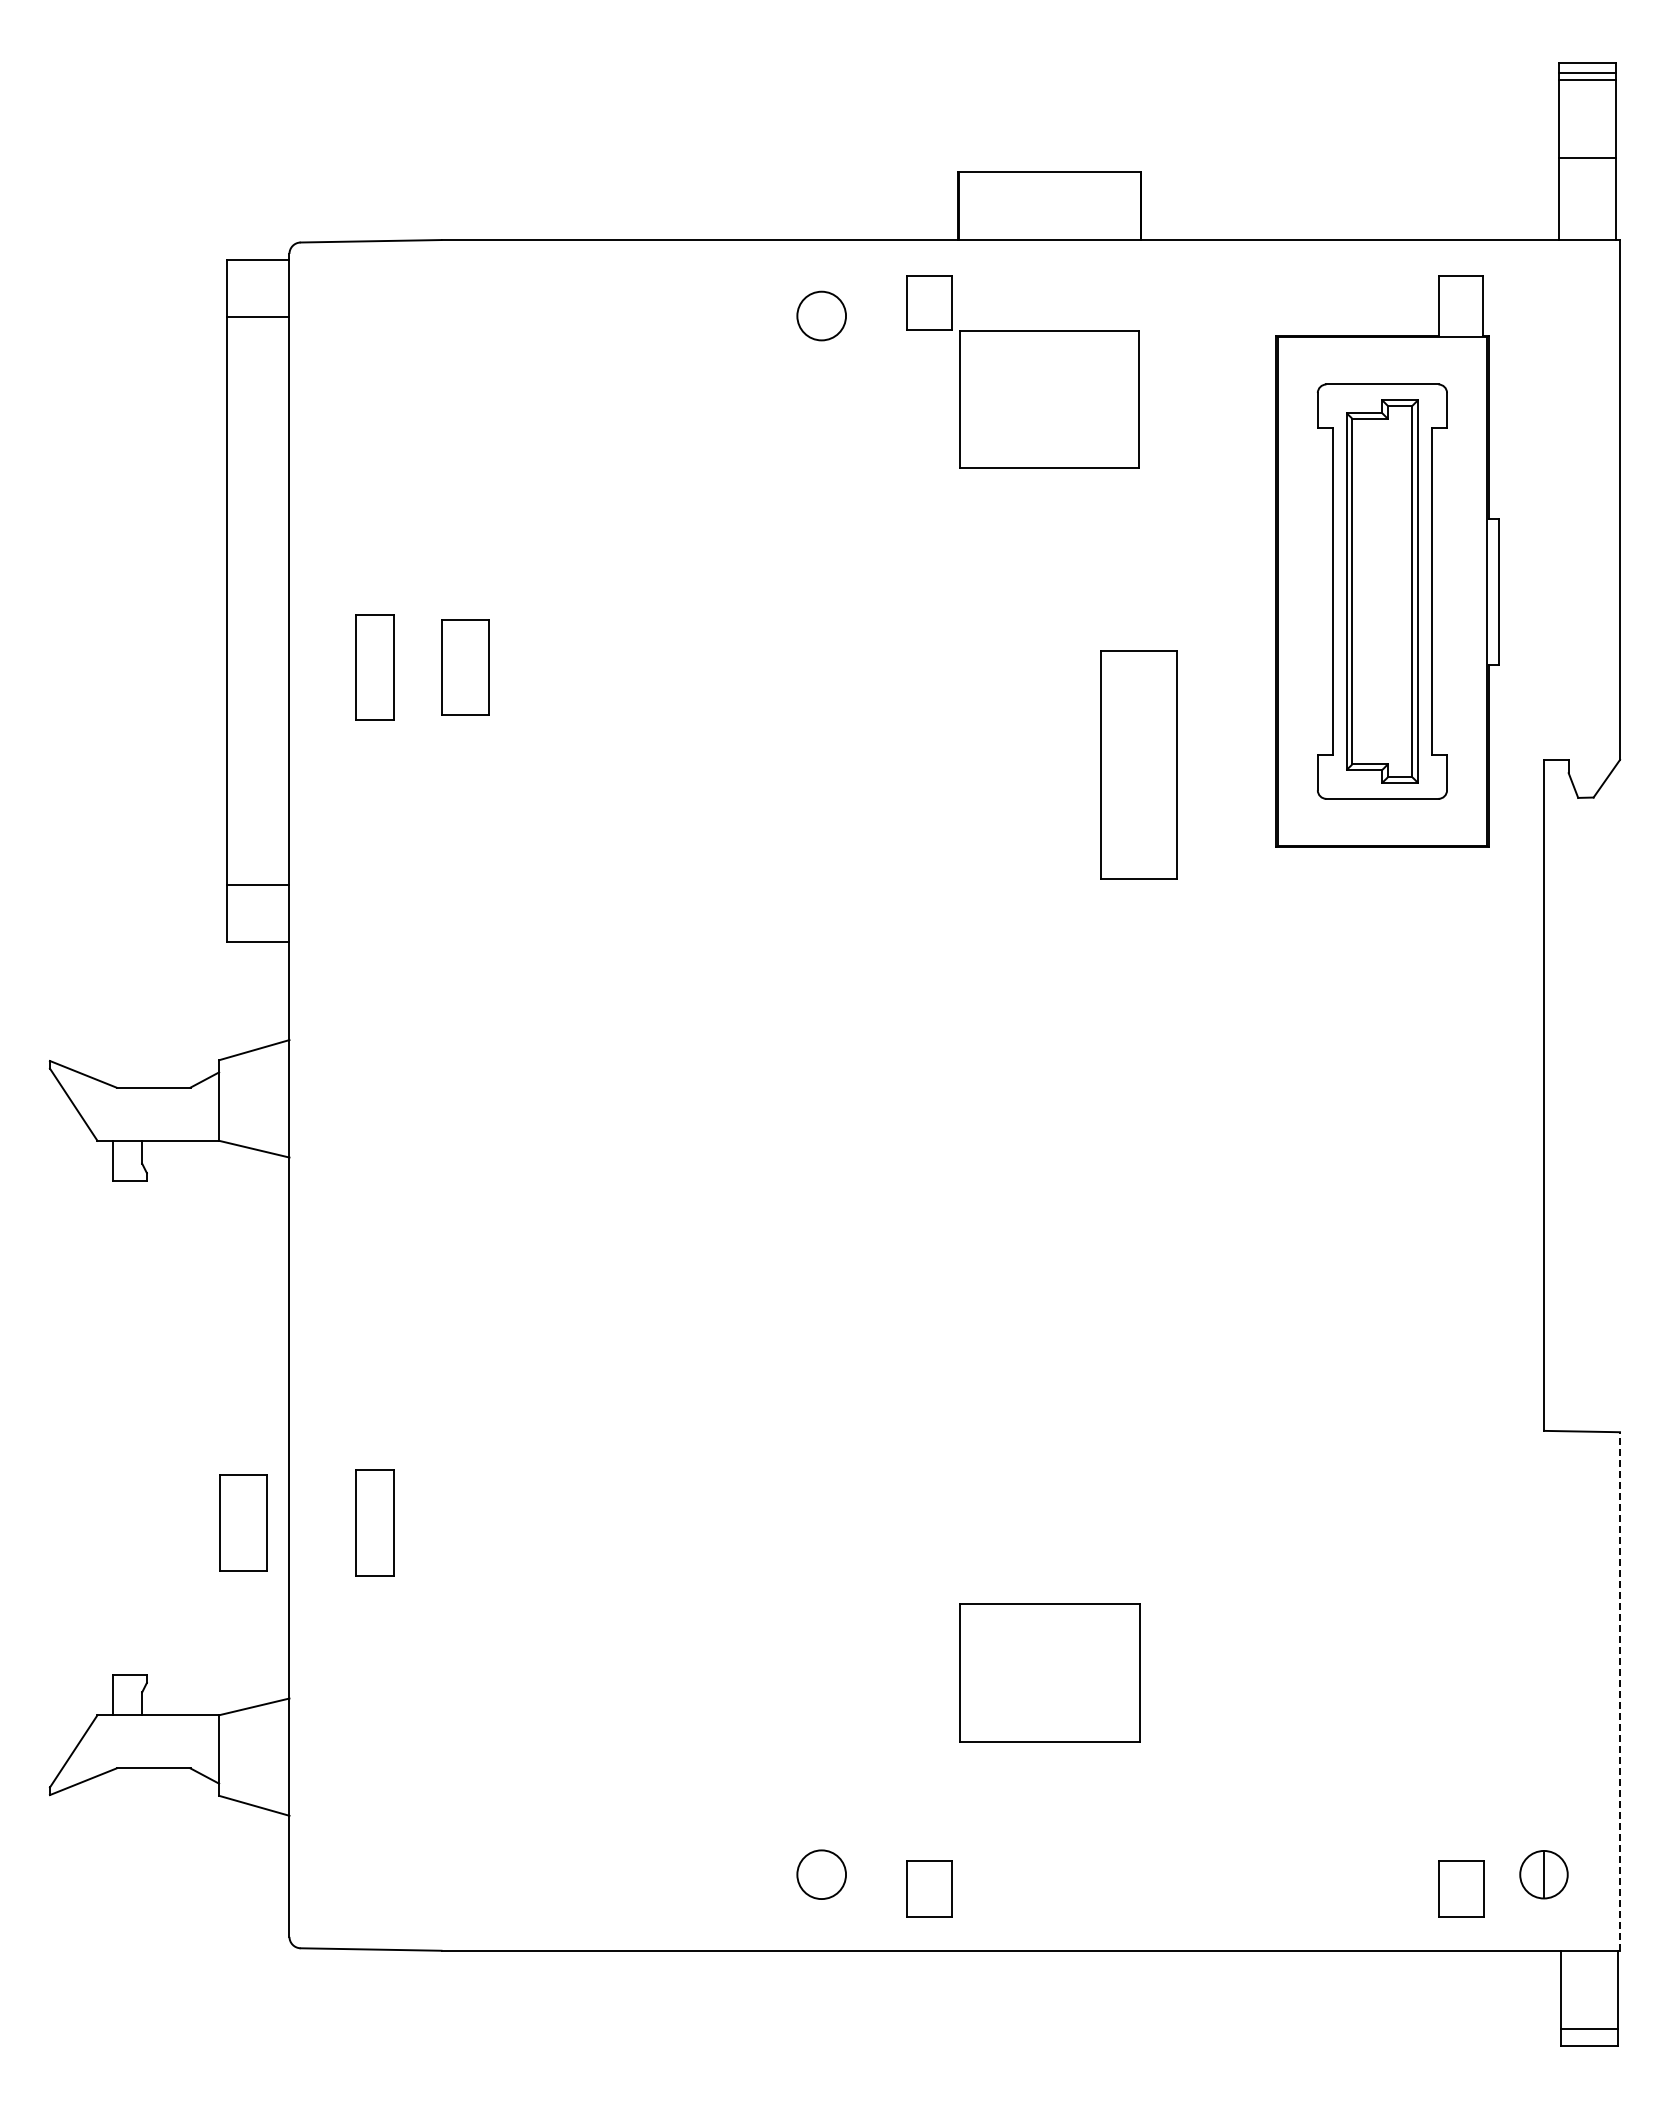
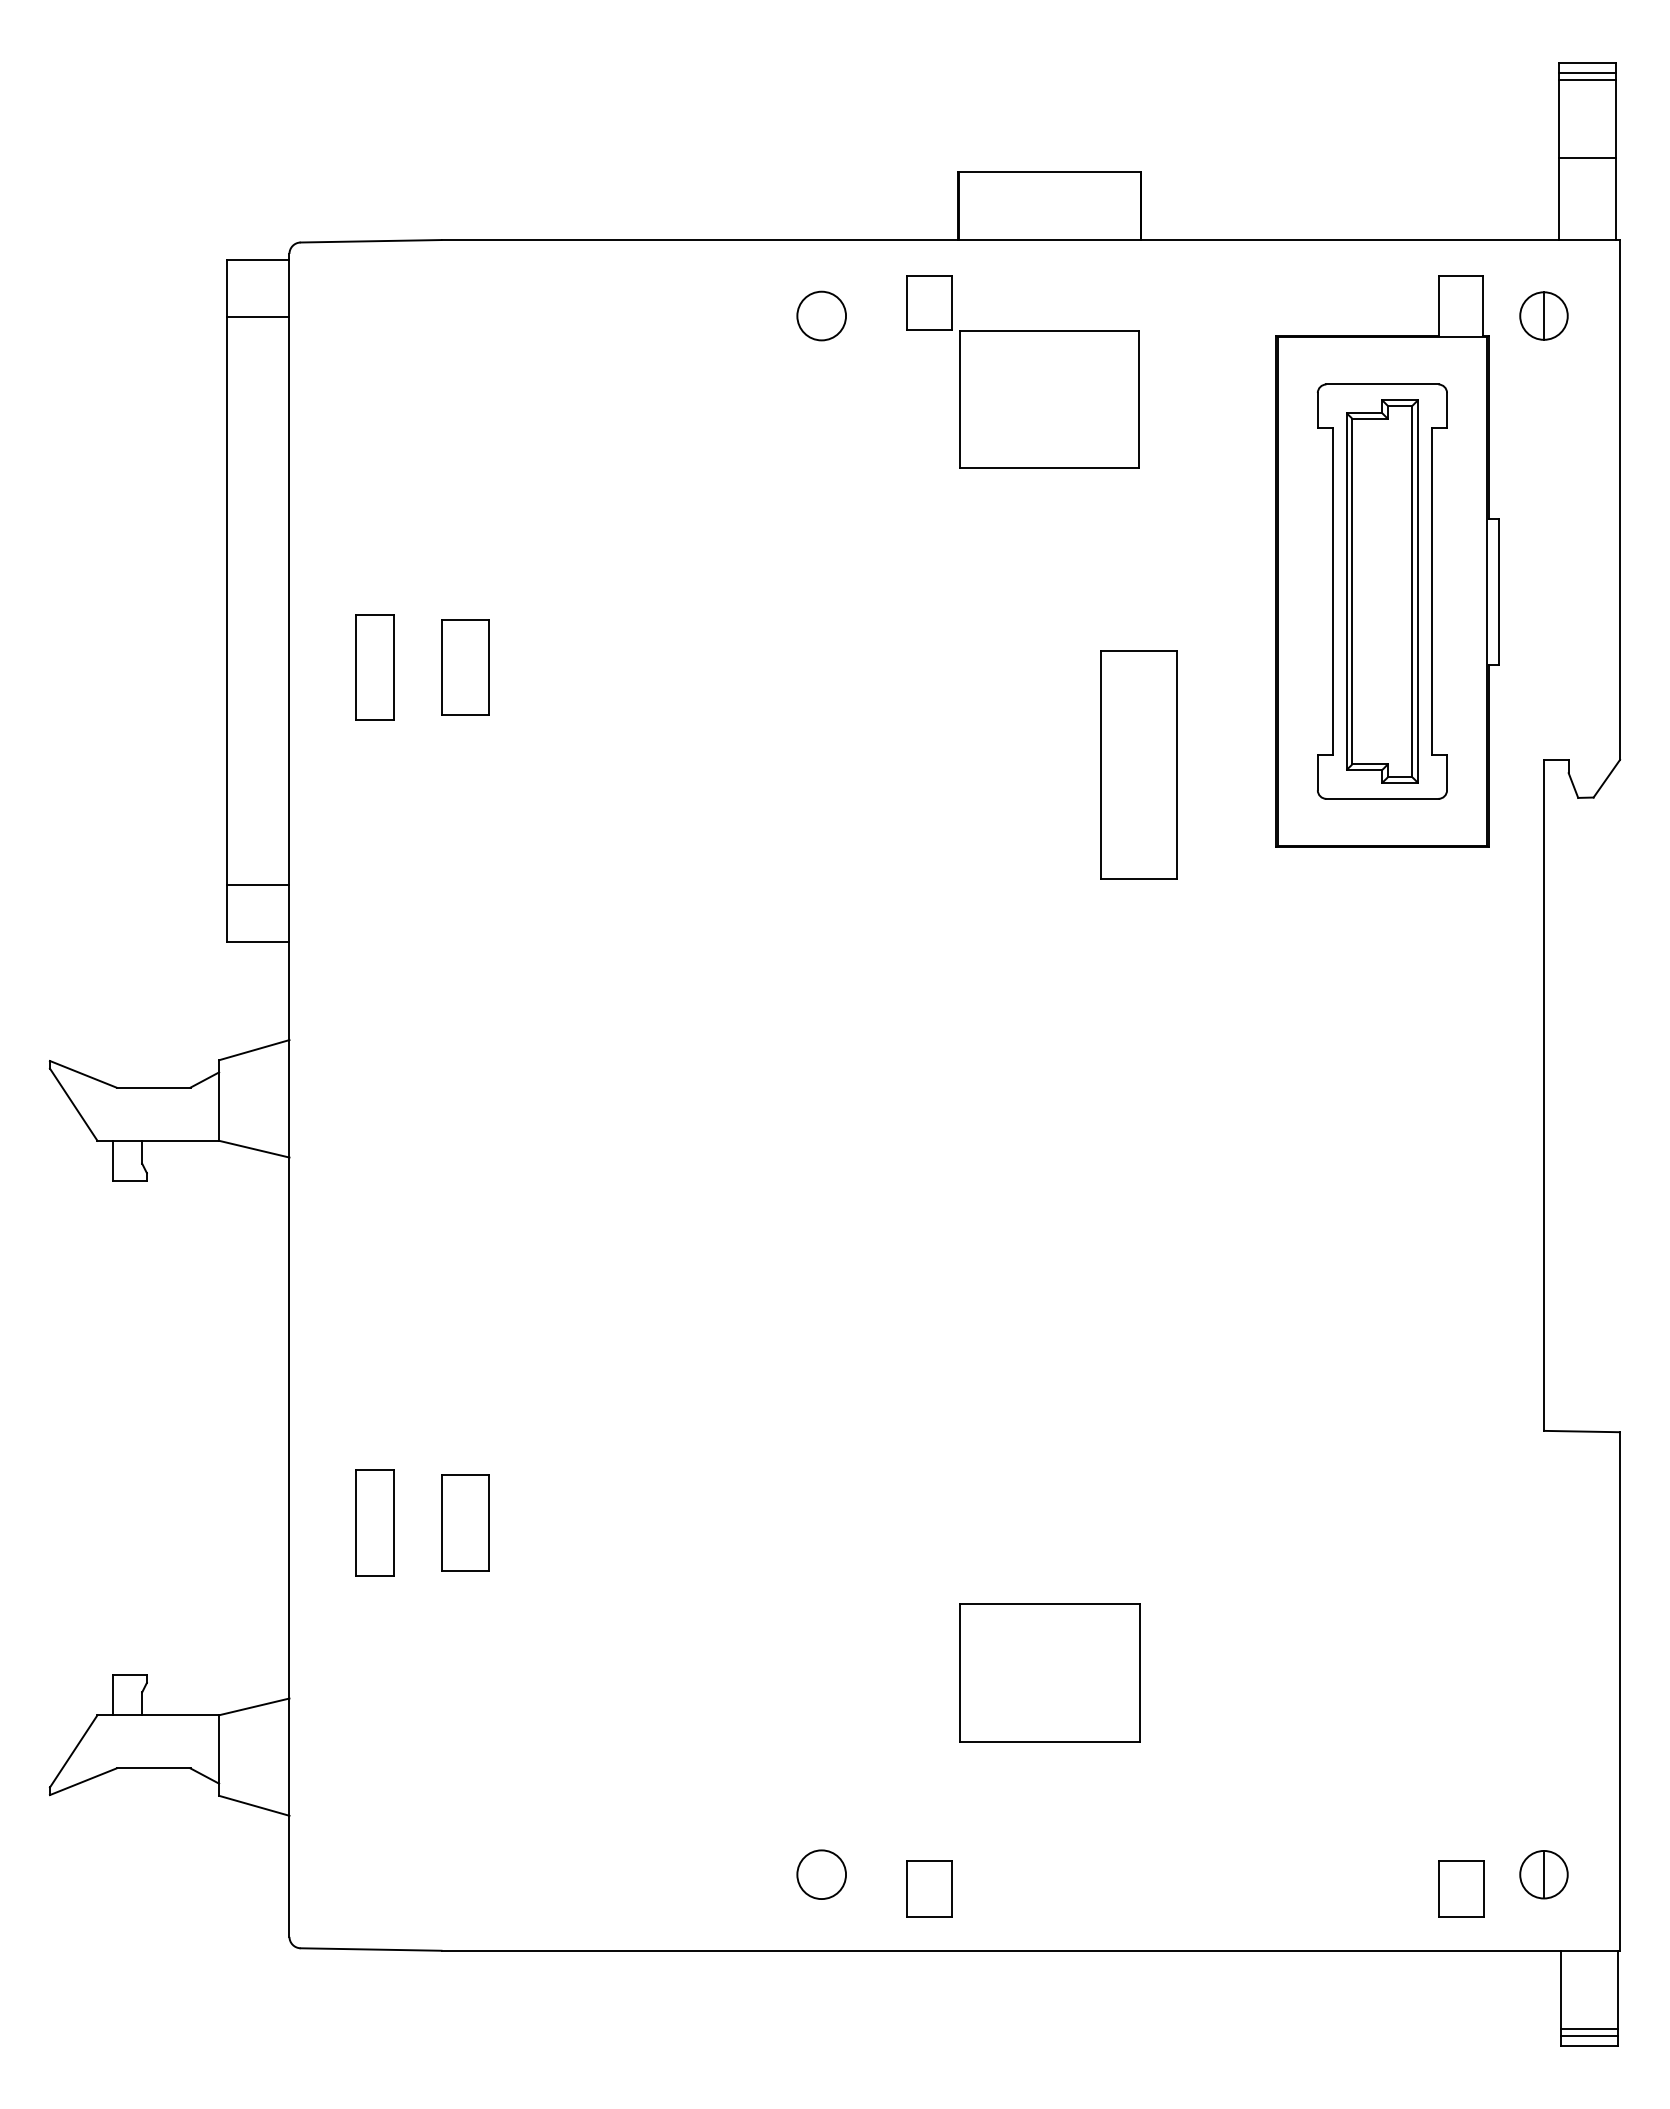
part at (1543, 315): none -> present
part at (243, 1522) position: (243, 1522) -> (465, 1522)
line at (1620, 1690): dashed -> solid
line at (1589, 2035): none -> present
